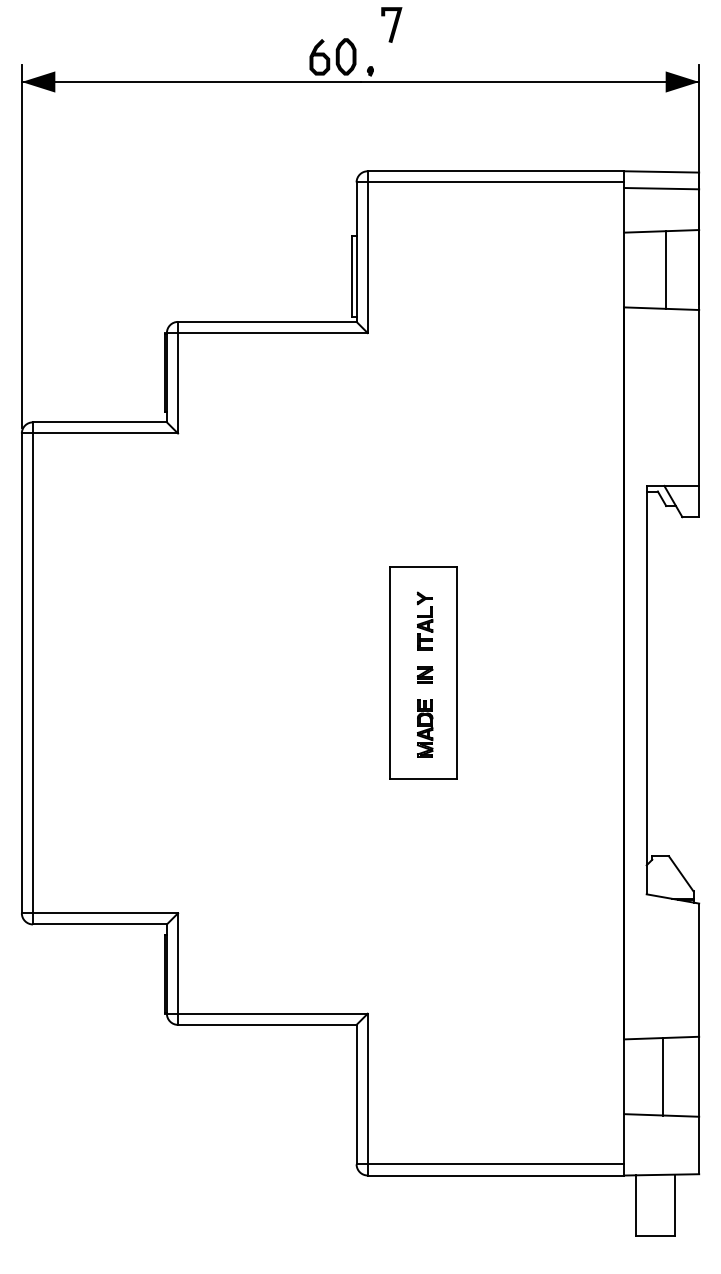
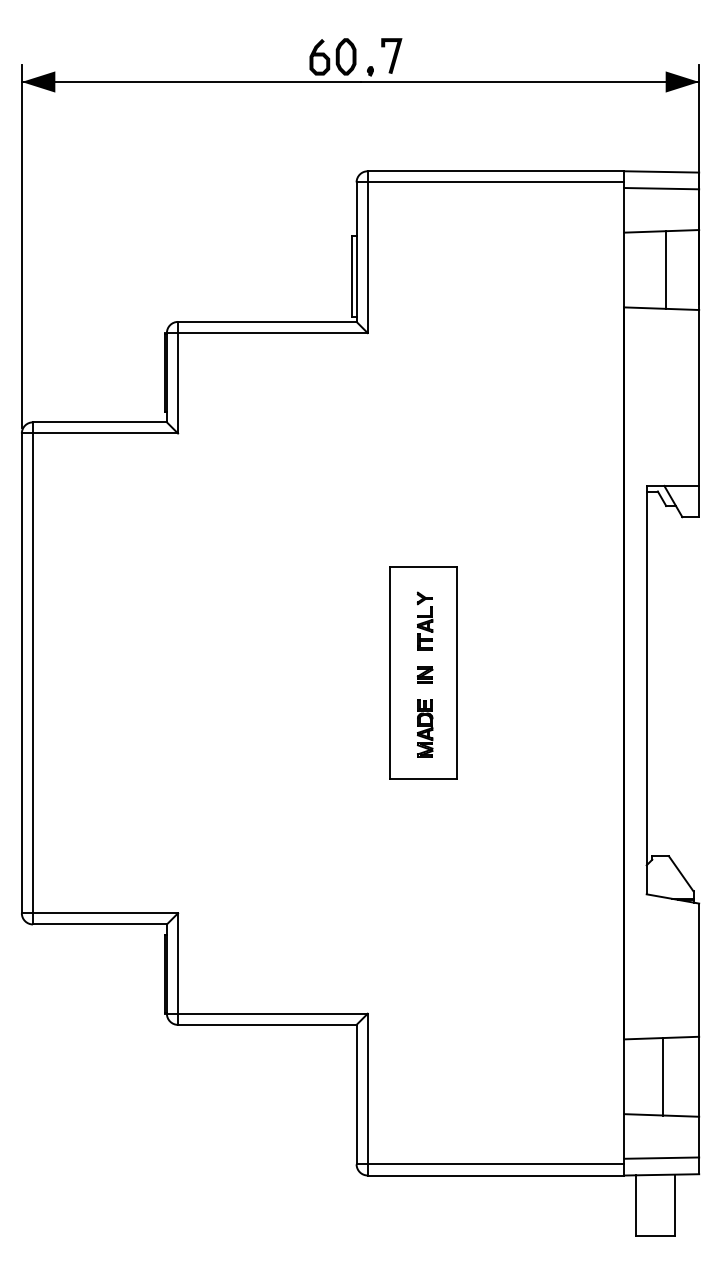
line at (393, 24) position: (393, 24) -> (393, 55)
line at (661, 1157): none -> present
